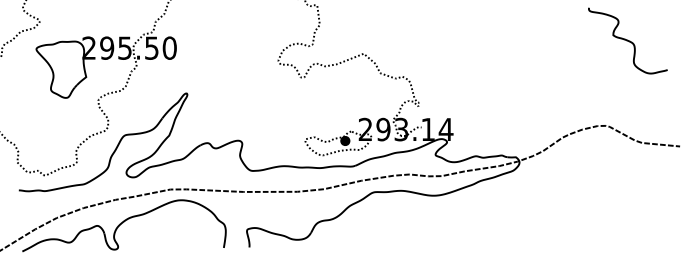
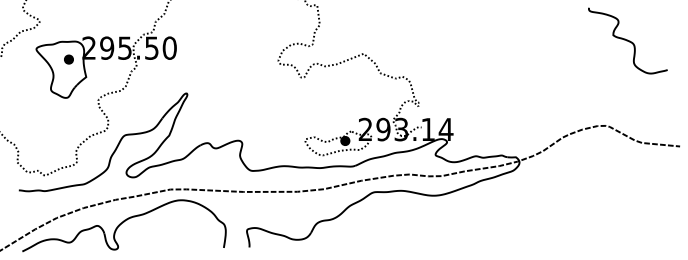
part at (68, 59): none -> present
